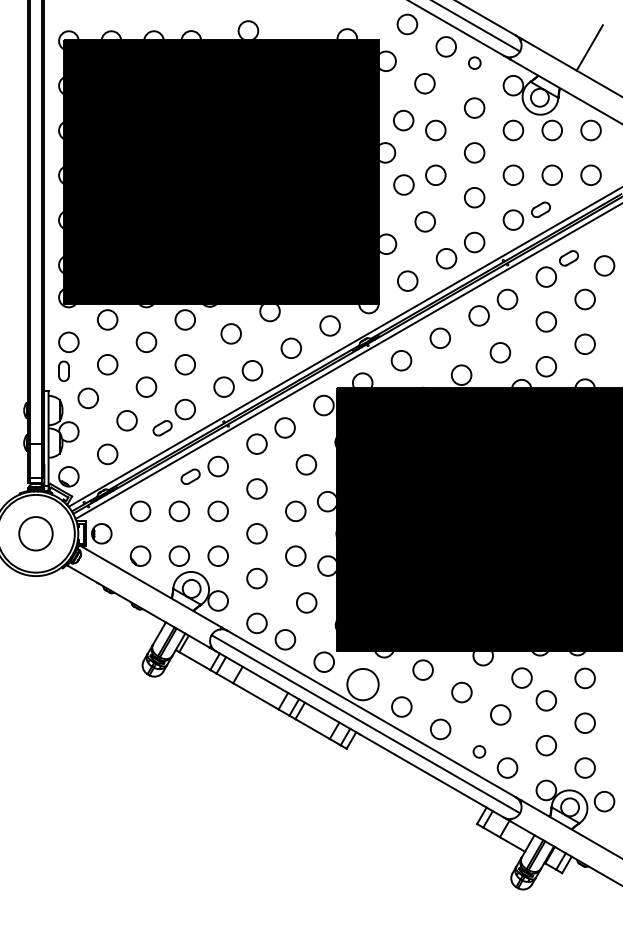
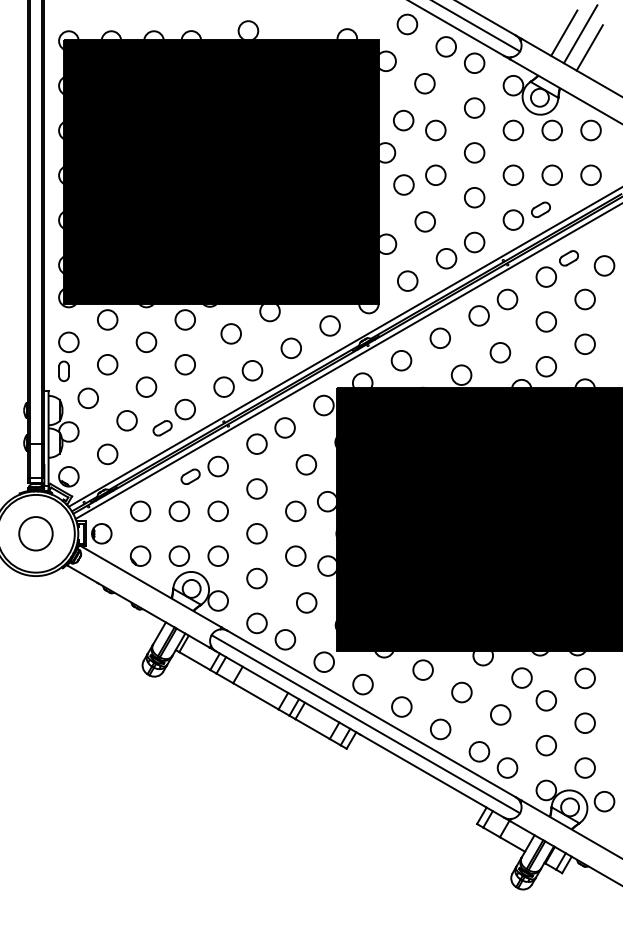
line at (564, 32): none -> present
line at (580, 34): none -> present
circle at (474, 62) size: 14x14 px -> 22x22 px
circle at (362, 684) diameter: 31 px -> 20 px
circle at (479, 751) size: 15x14 px -> 23x22 px
